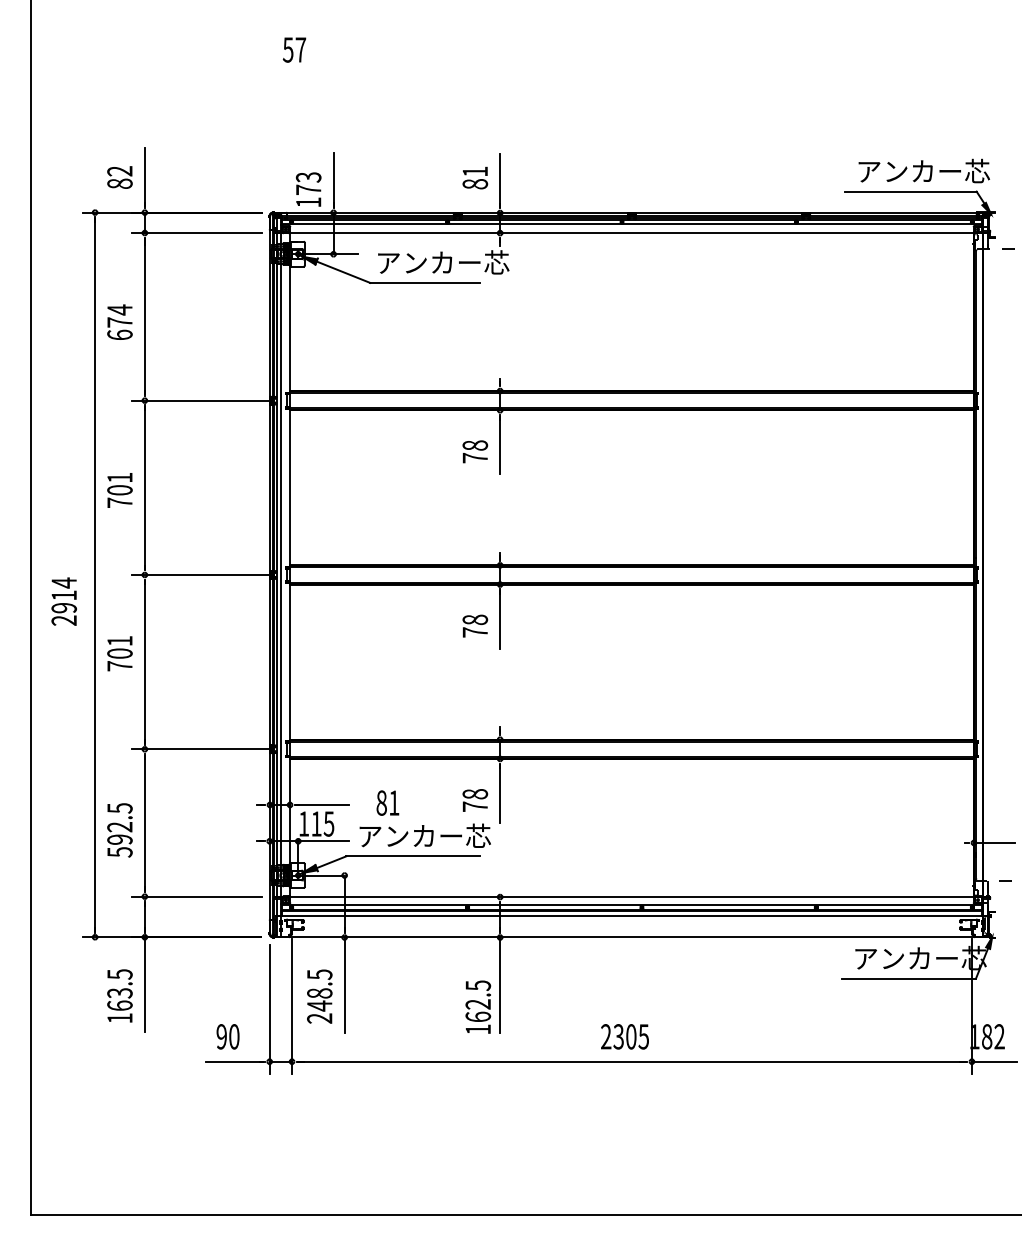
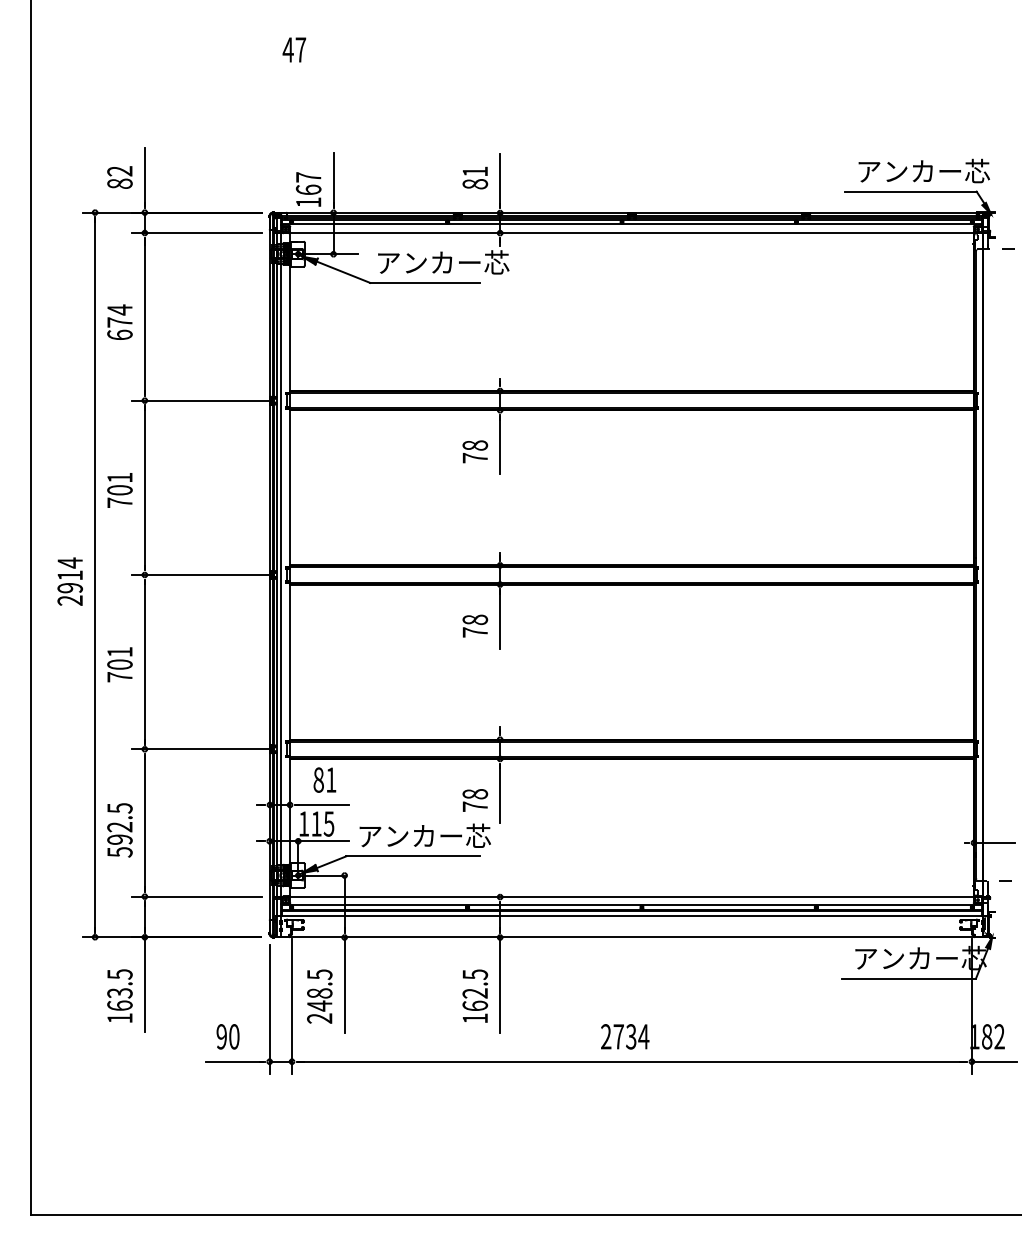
text at (287, 49): 57 -> 47
text at (308, 183): 173 -> 167
text at (63, 601) position: (63, 601) -> (69, 581)
text at (119, 653) position: (119, 653) -> (119, 664)
text at (387, 802) position: (387, 802) -> (324, 779)
text at (478, 1006) position: (478, 1006) -> (475, 995)
text at (631, 1036): 2305 -> 2734
